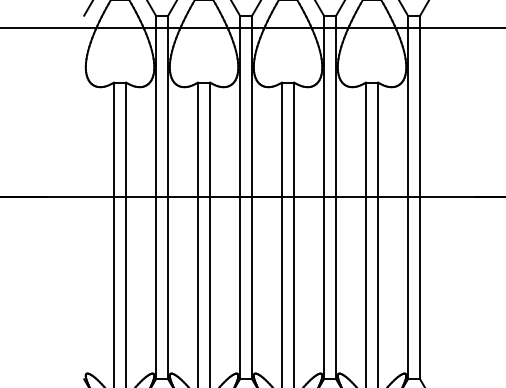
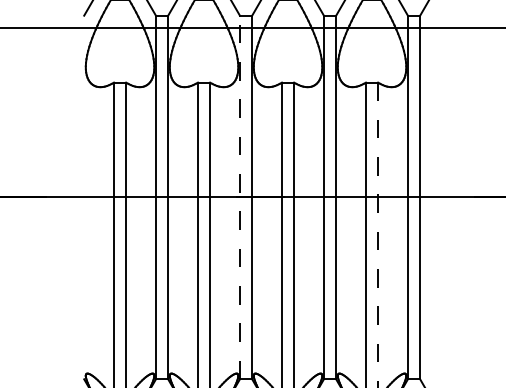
line at (239, 197): solid -> dashed
line at (378, 234): solid -> dashed
